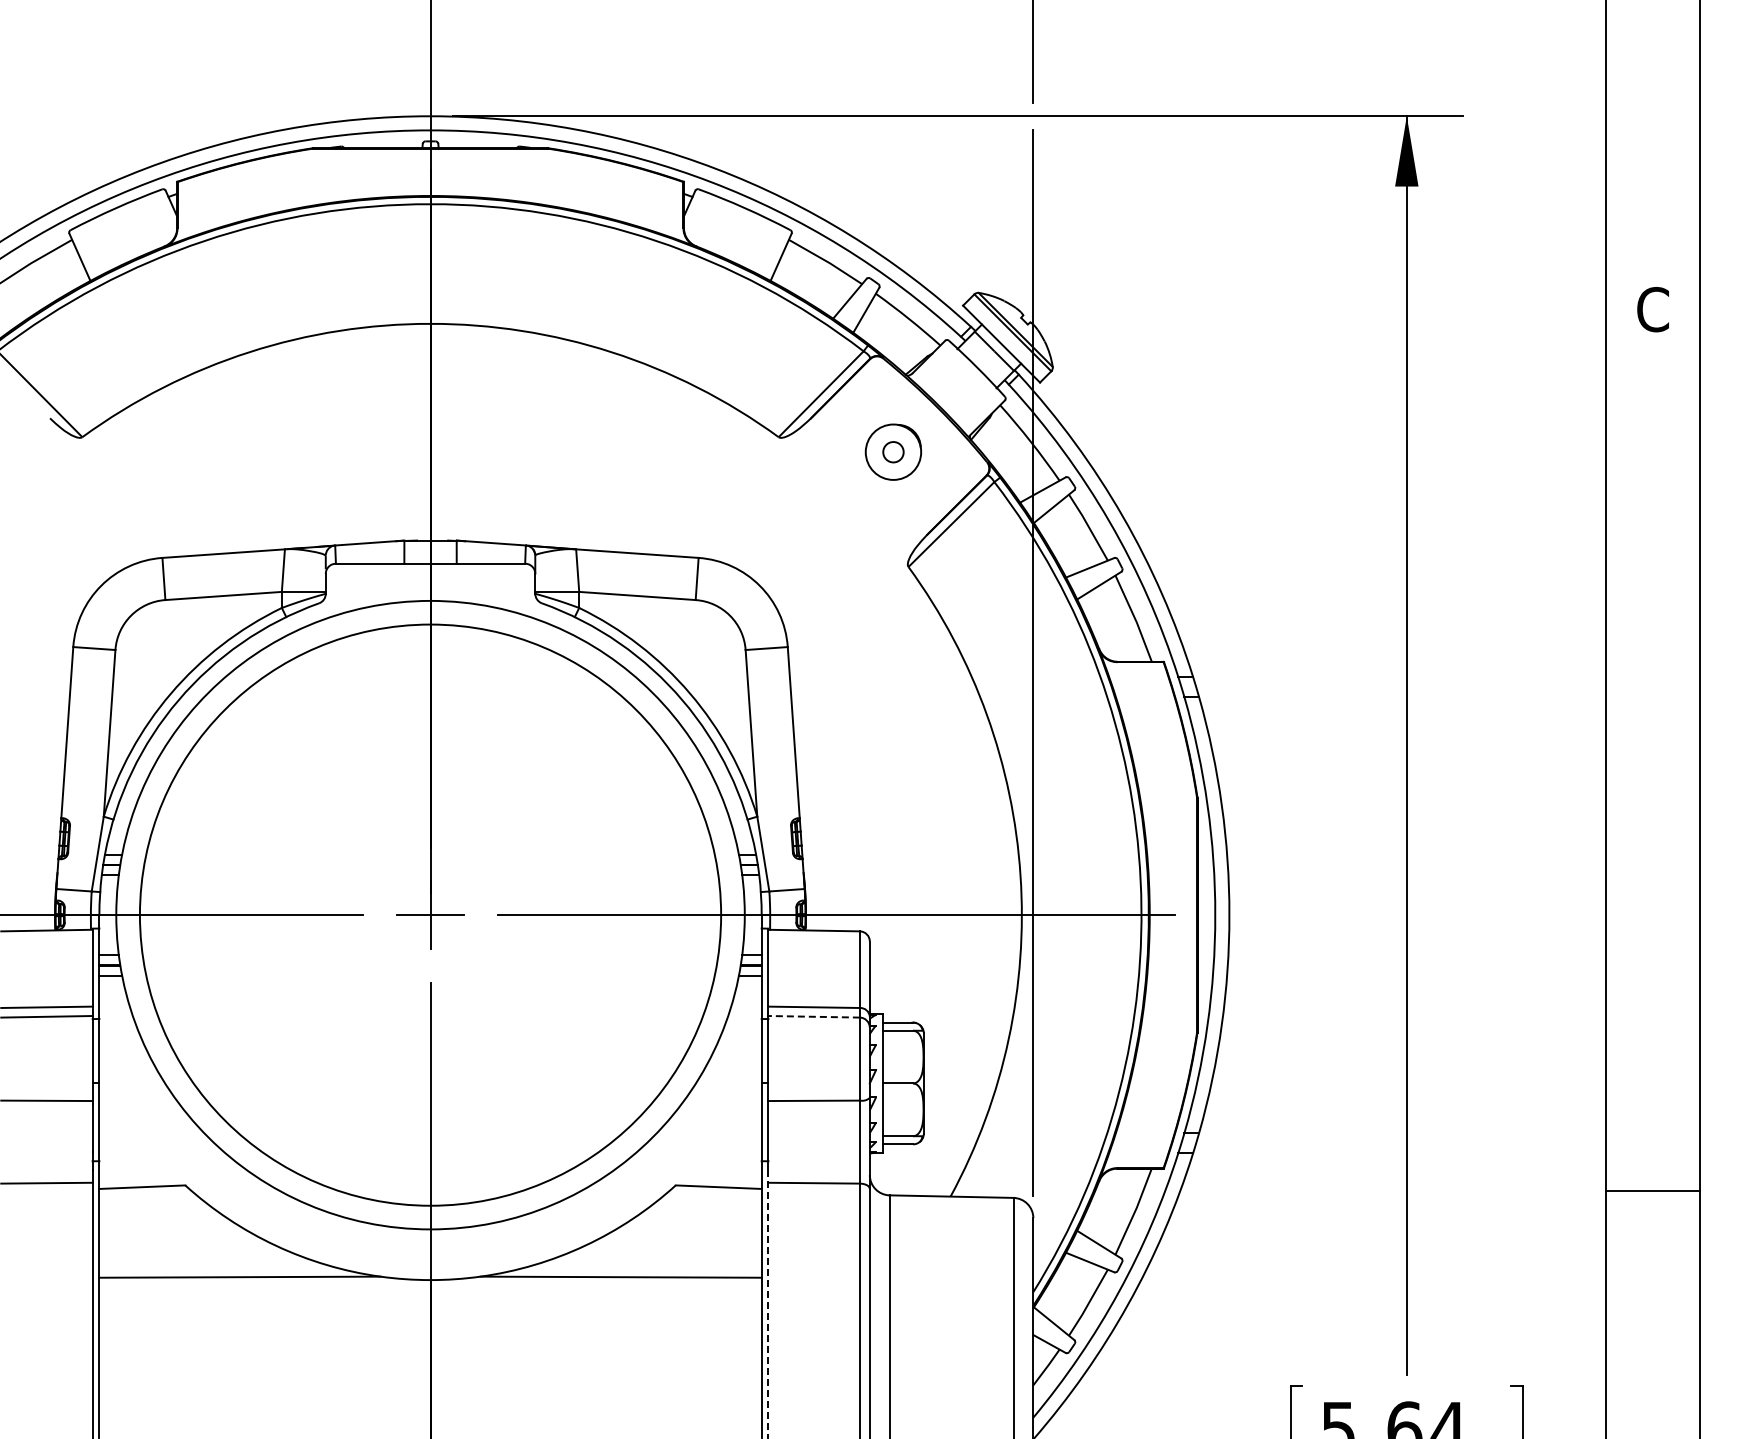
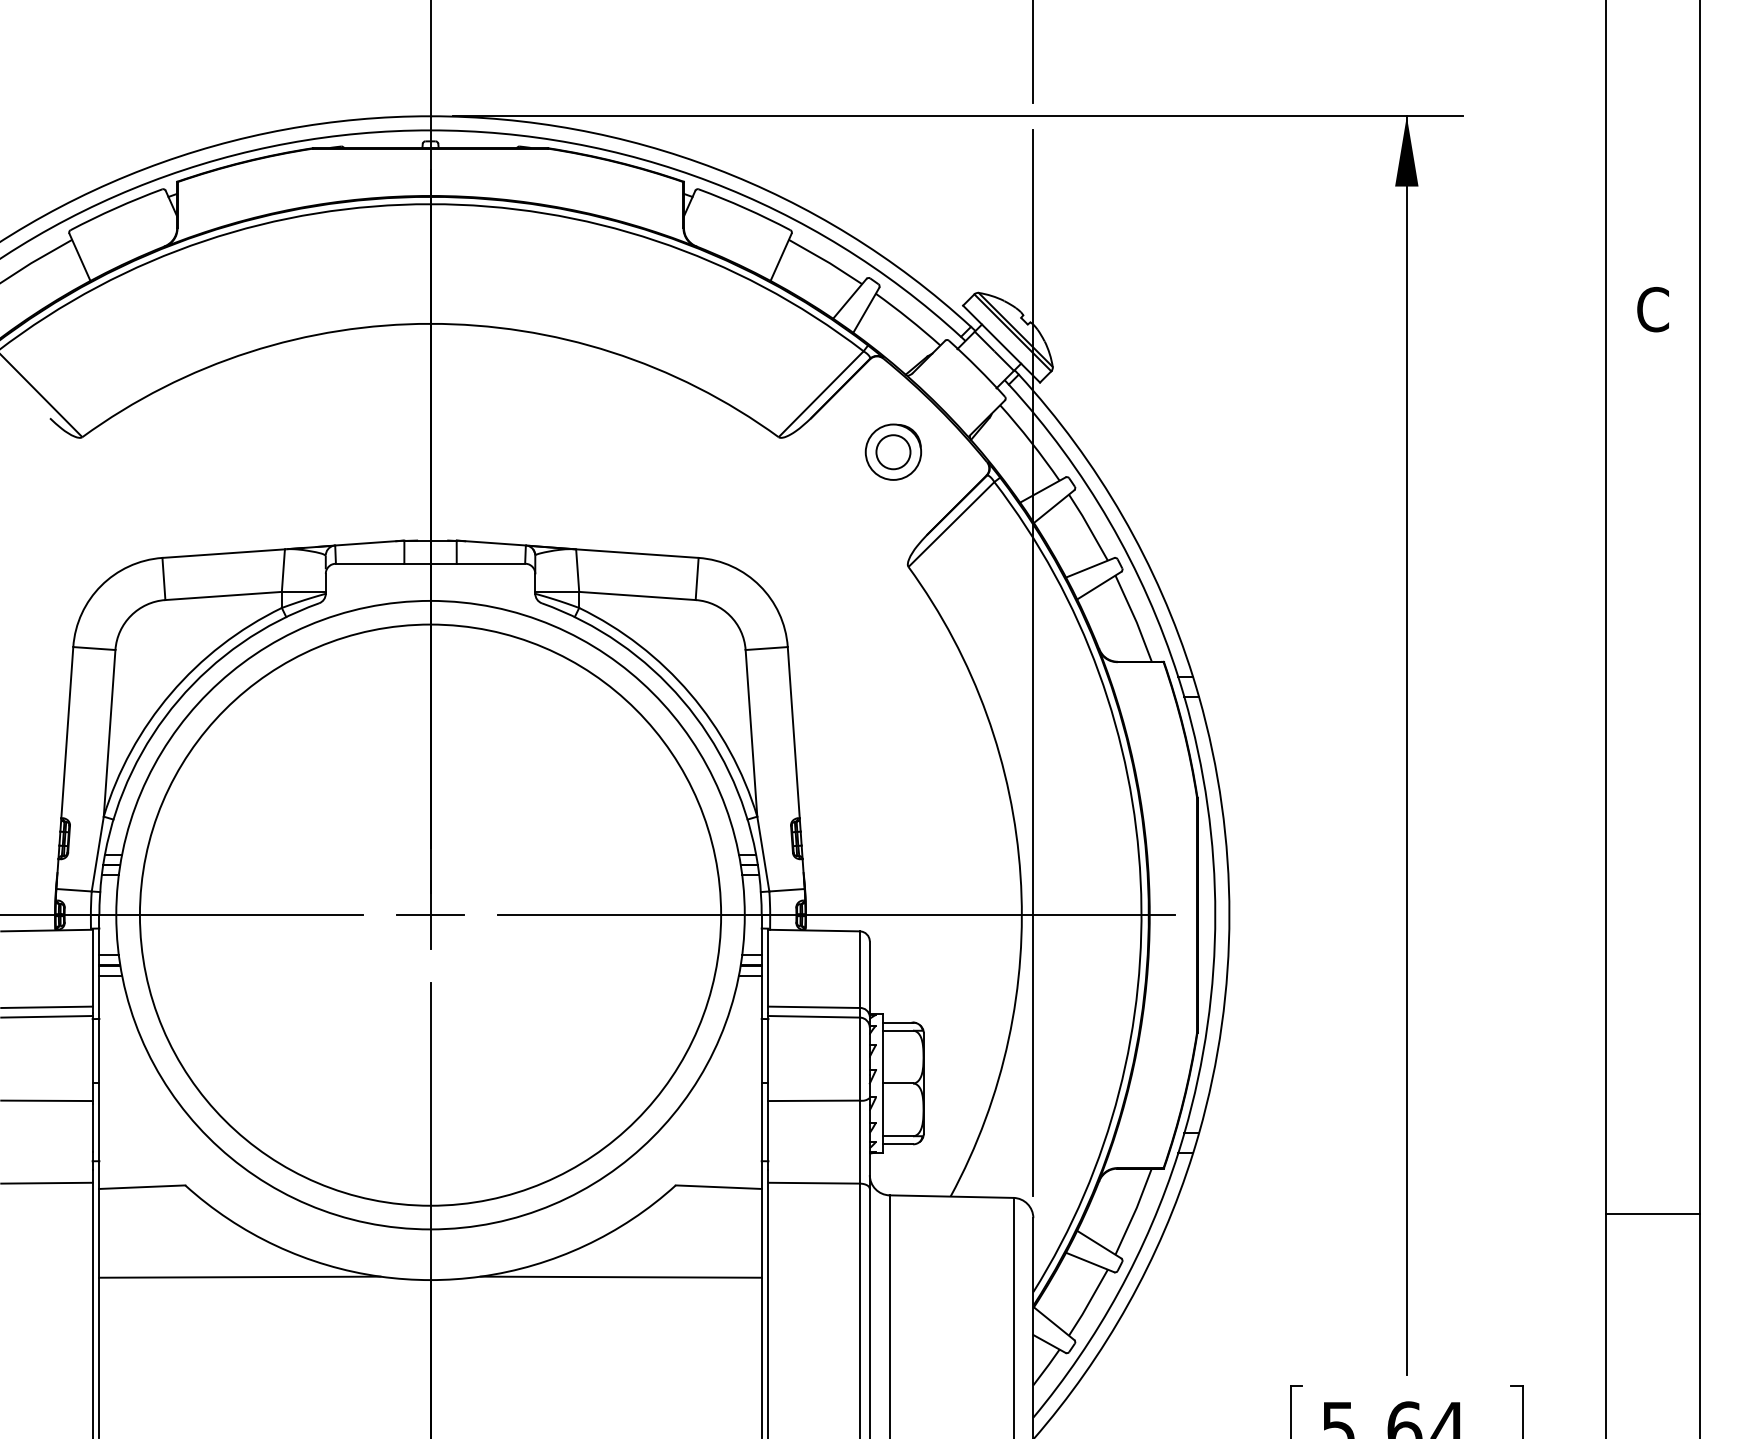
circle at (893, 452) diameter: 20 px -> 34 px
line at (814, 1016): dashed -> solid
line at (1652, 1191) position: (1652, 1191) -> (1652, 1214)
line at (768, 1304): dashed -> solid
